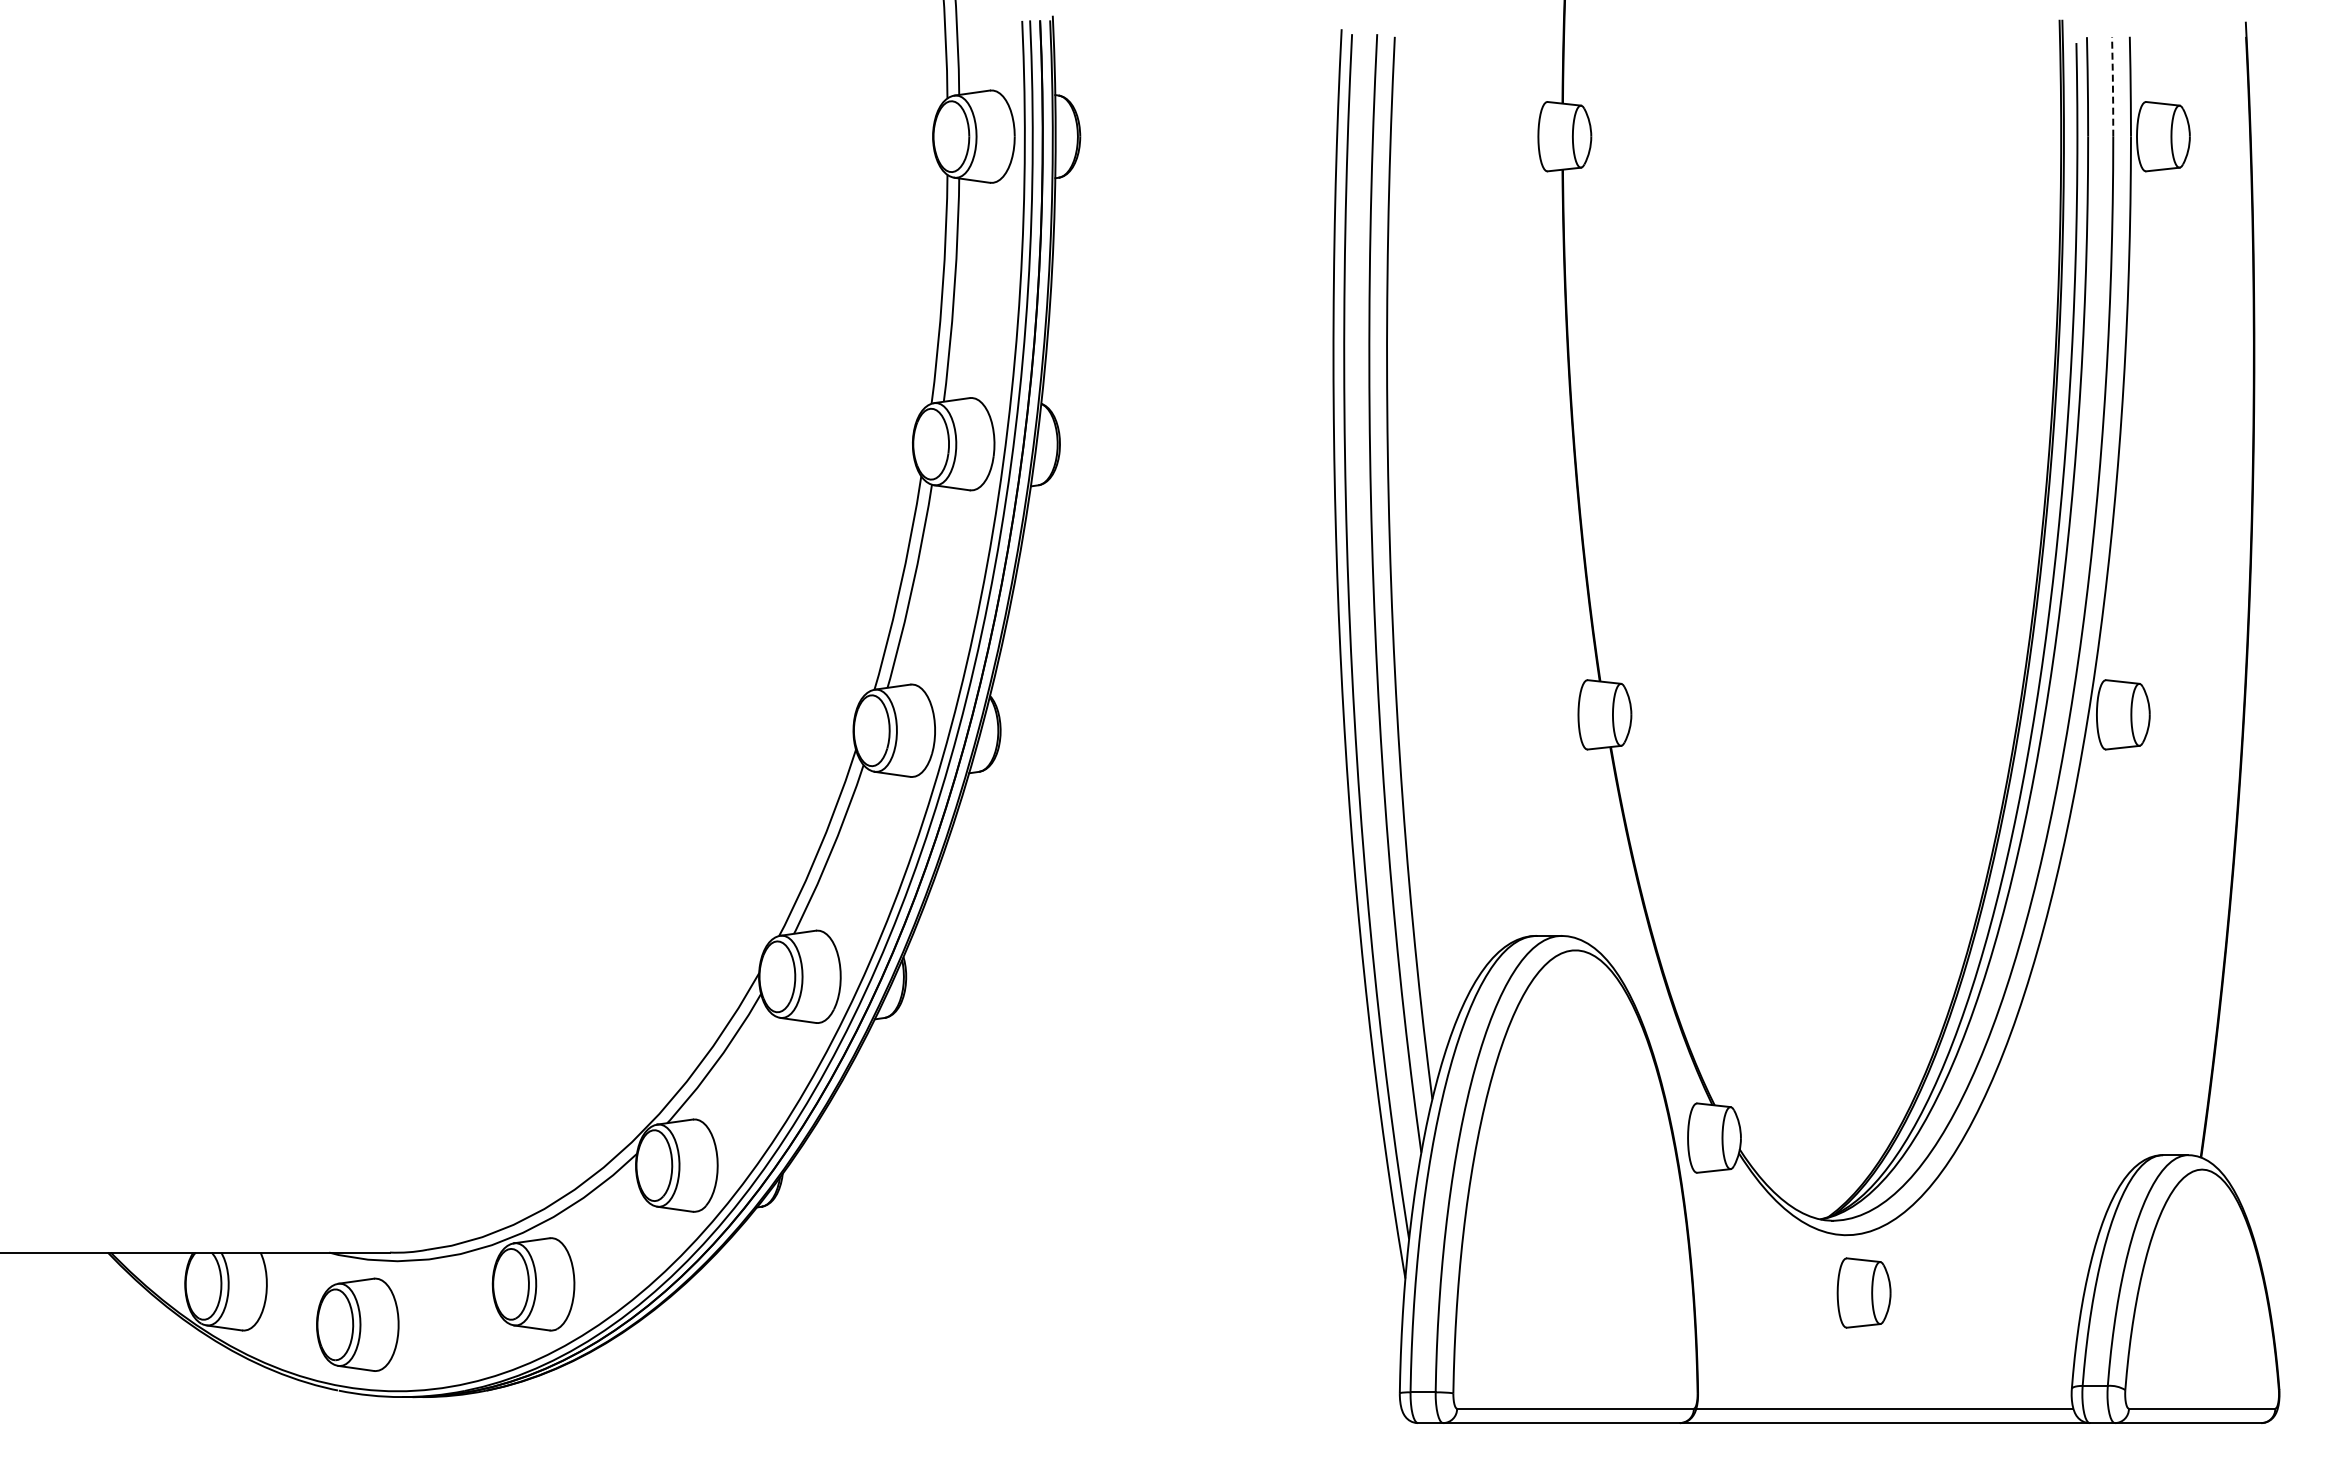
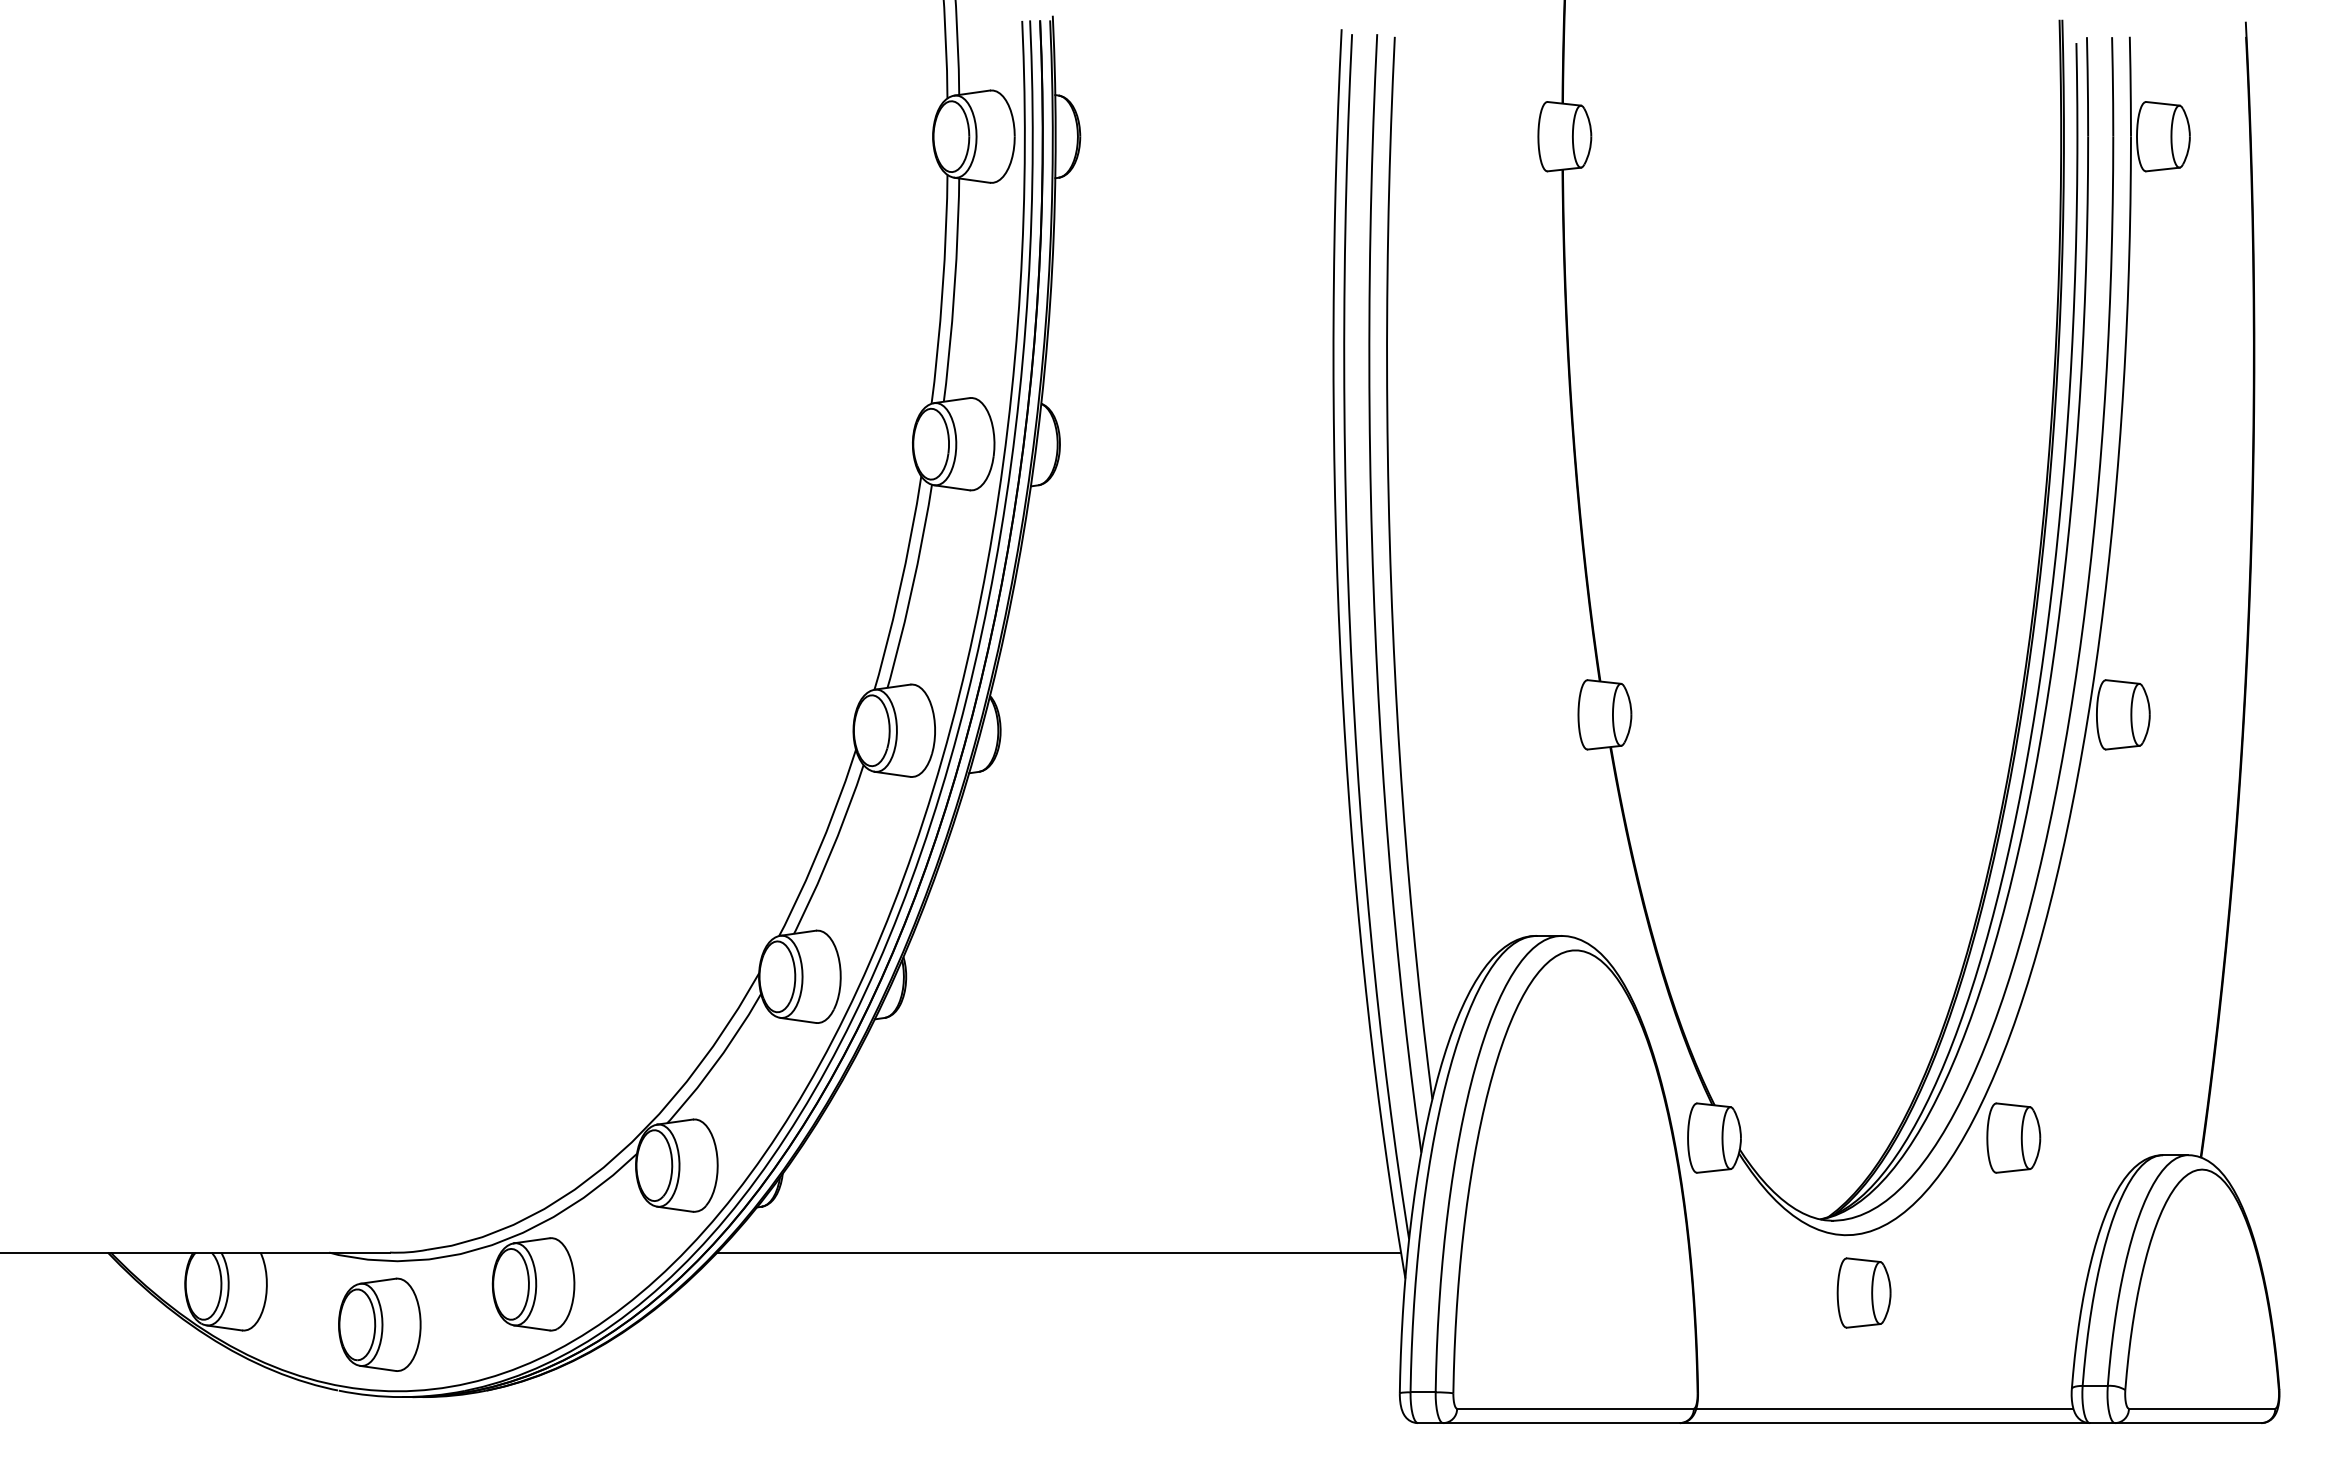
line at (2112, 86): dashed -> solid
part at (2013, 1137): none -> present
line at (1059, 1252): none -> present
part at (357, 1324) position: (357, 1324) -> (379, 1324)
